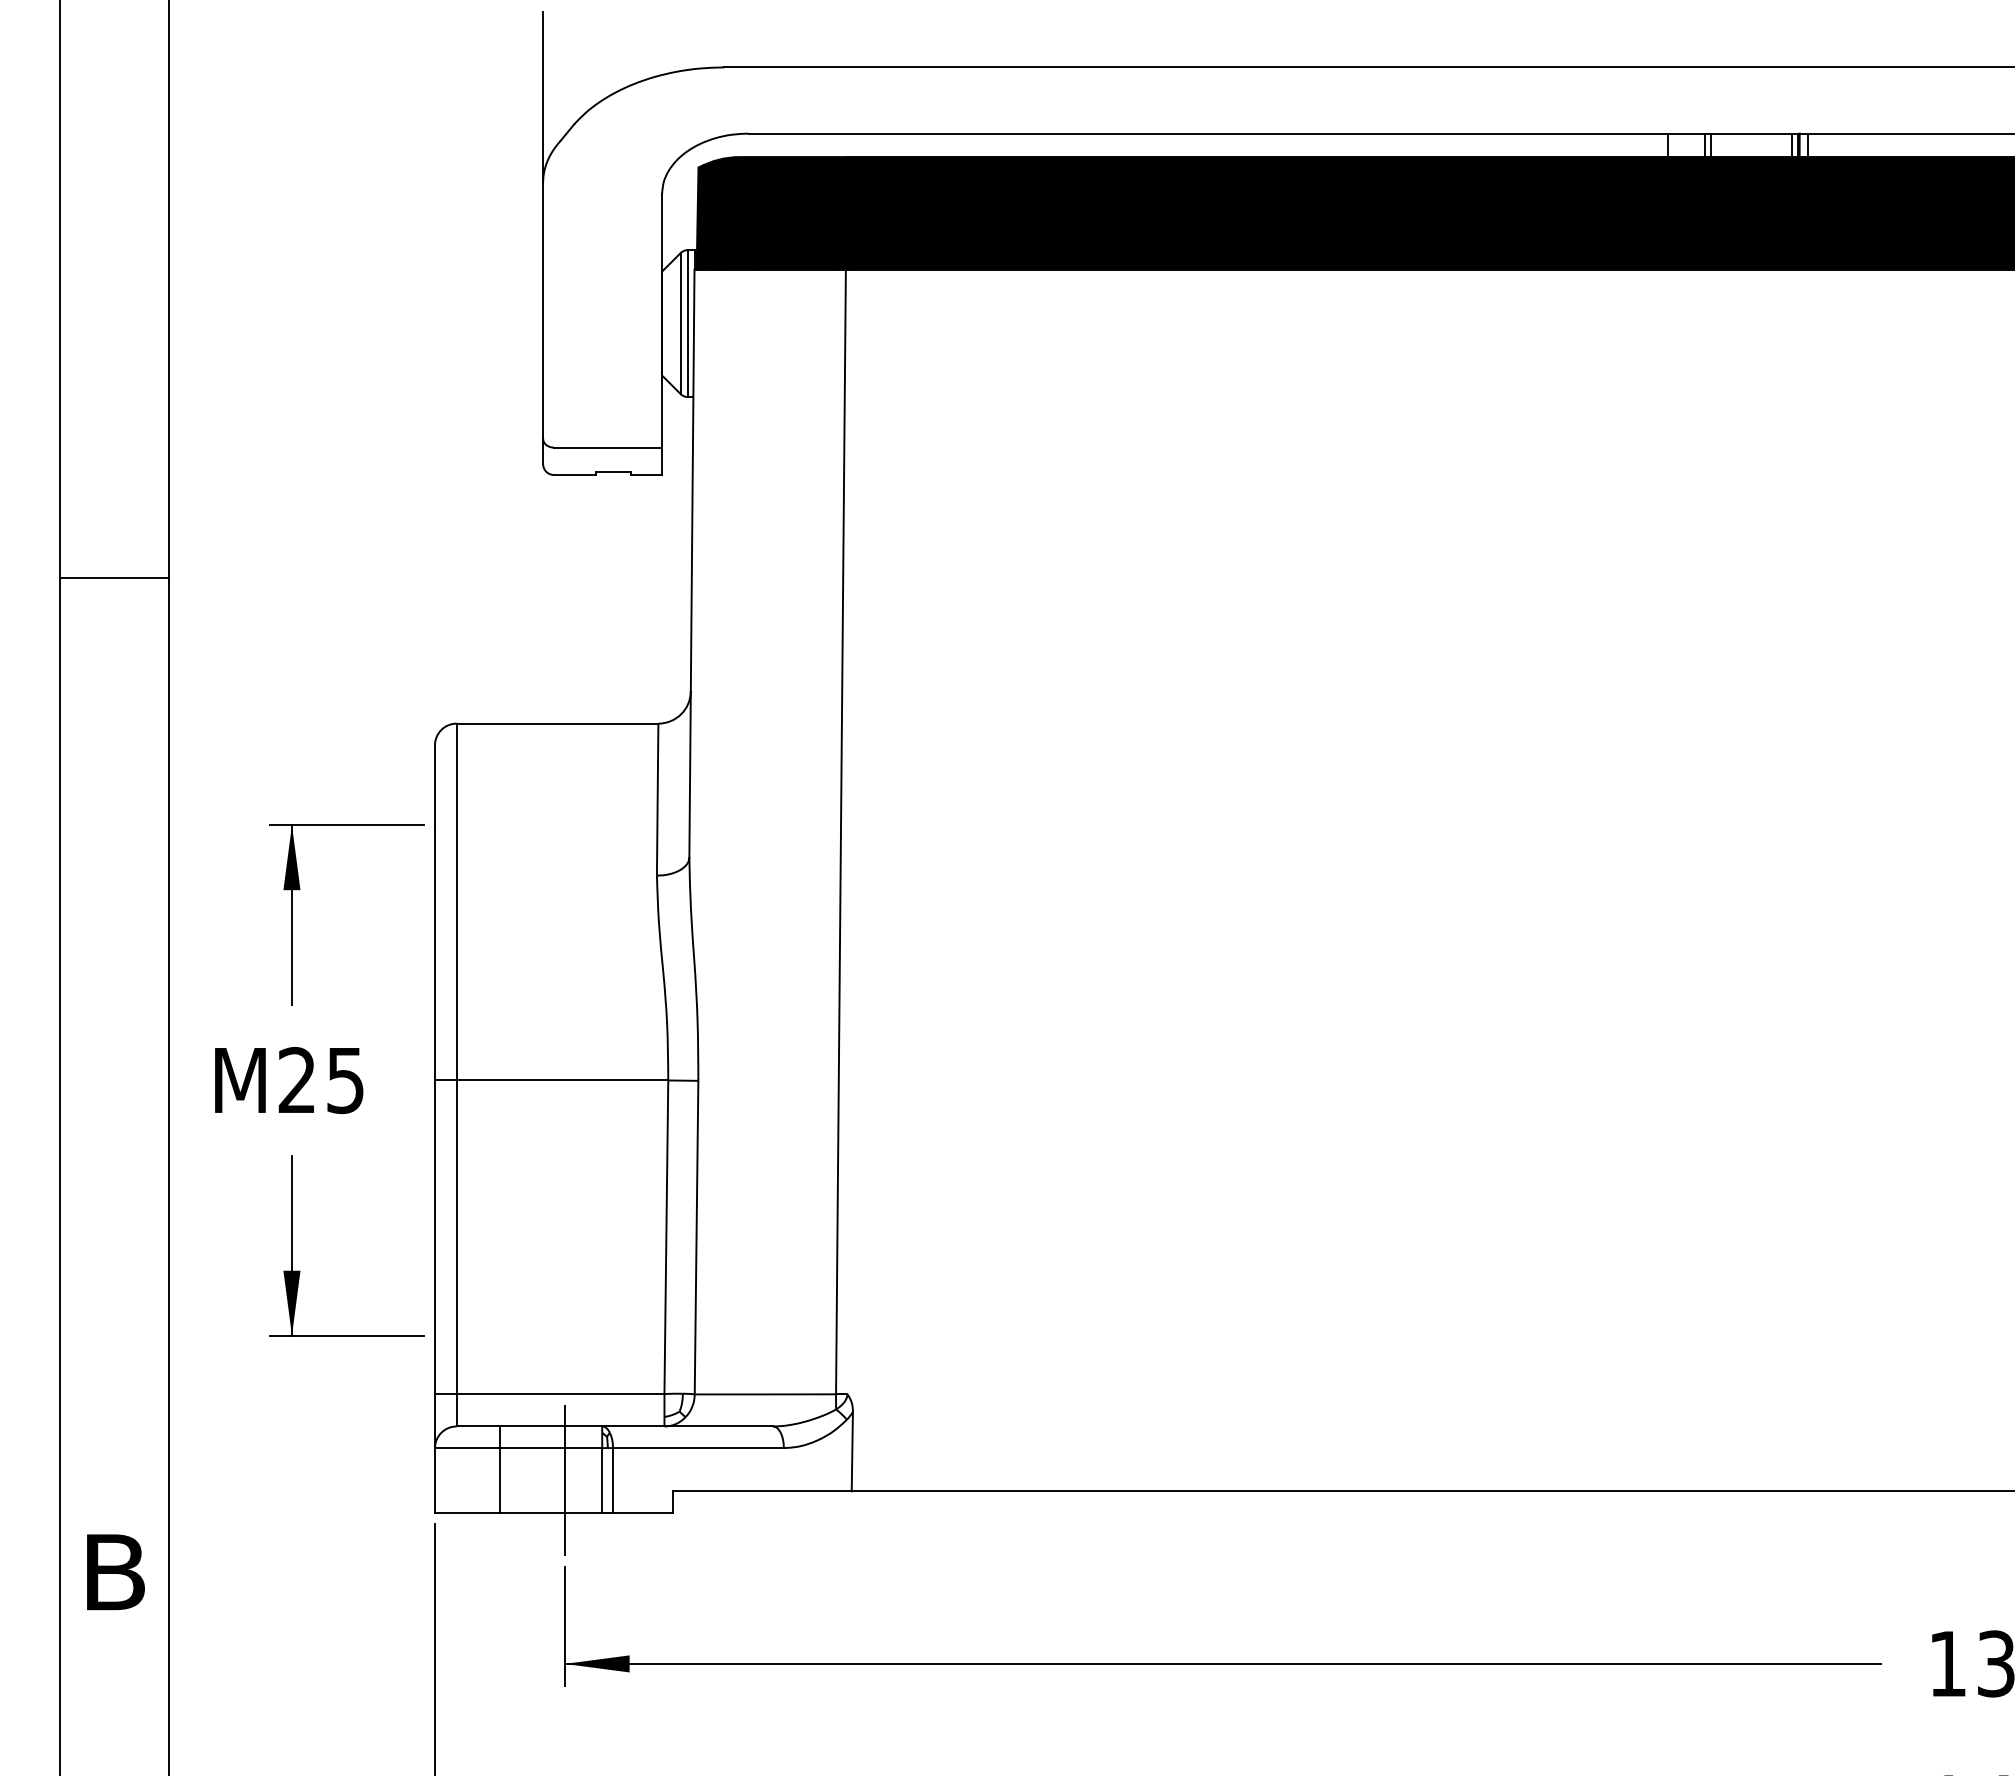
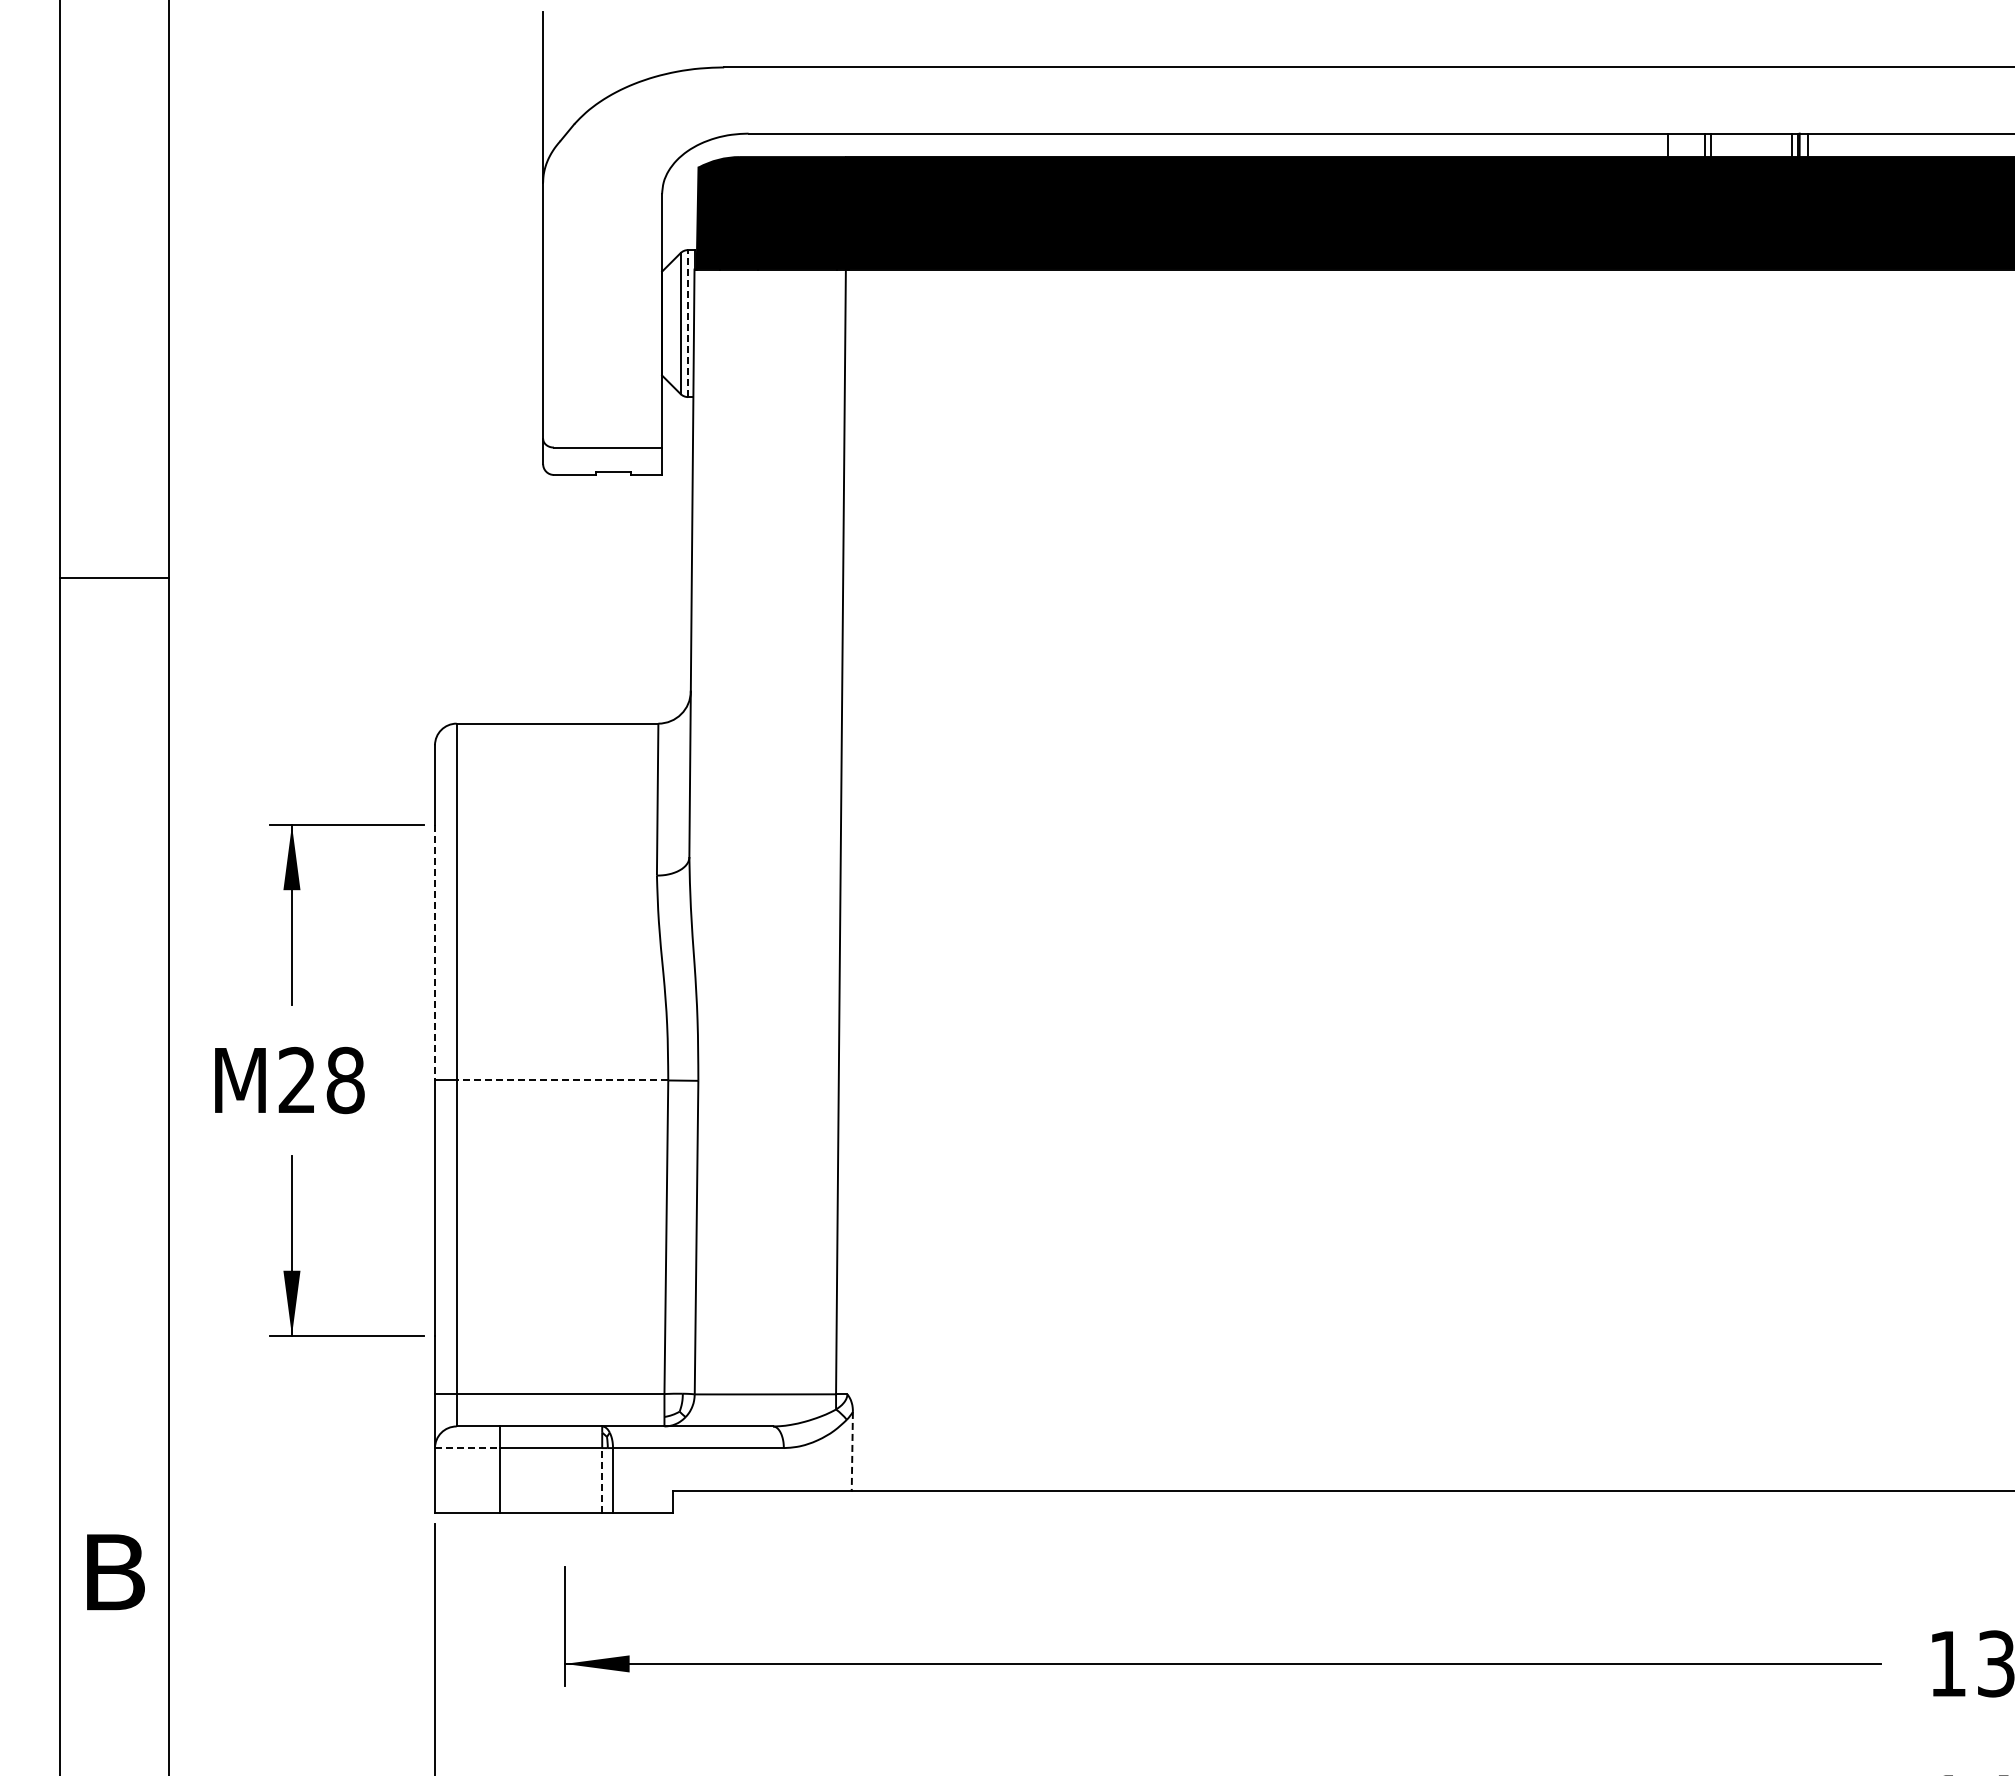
line at (688, 323): solid -> dashed
line at (435, 952): solid -> dashed
text at (345, 1080): M25 -> M28
line at (562, 1080): solid -> dashed
line at (467, 1448): solid -> dashed
line at (852, 1451): solid -> dashed
line at (564, 1469): present -> none
line at (602, 1480): solid -> dashed
